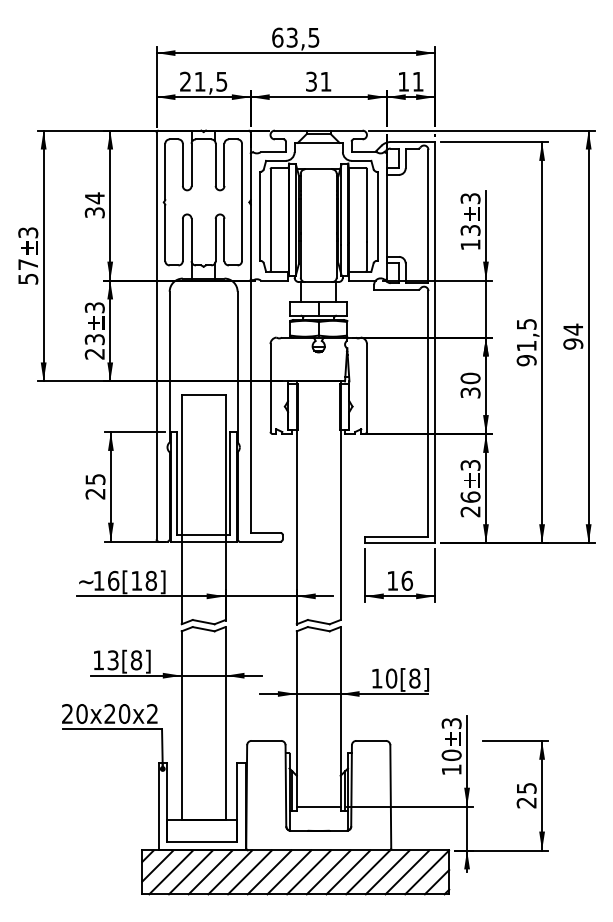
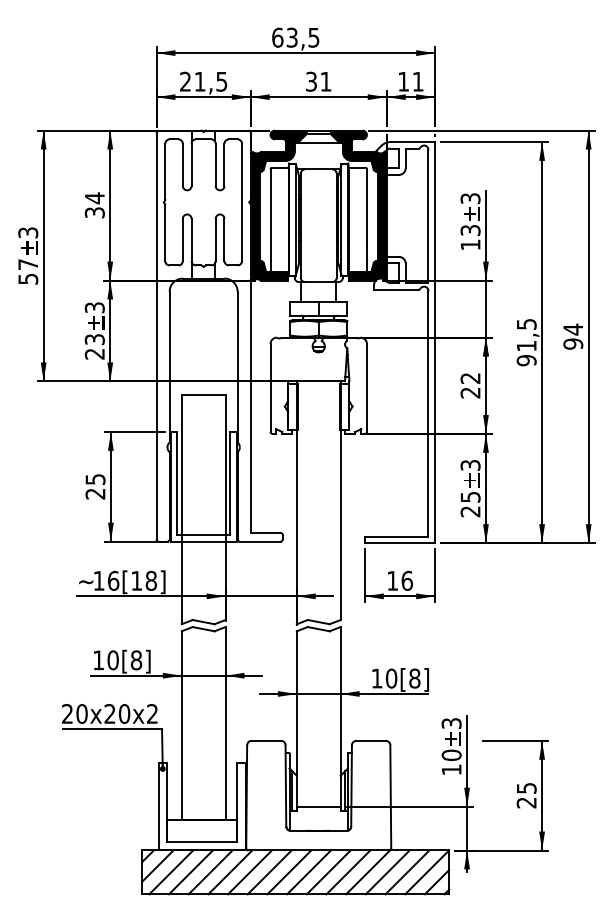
fill at (278, 205): none -> present
fill at (358, 205): none -> present
text at (470, 385): 30 -> 22
text at (470, 496): 26 -> 25
text at (112, 660): 13 -> 10
